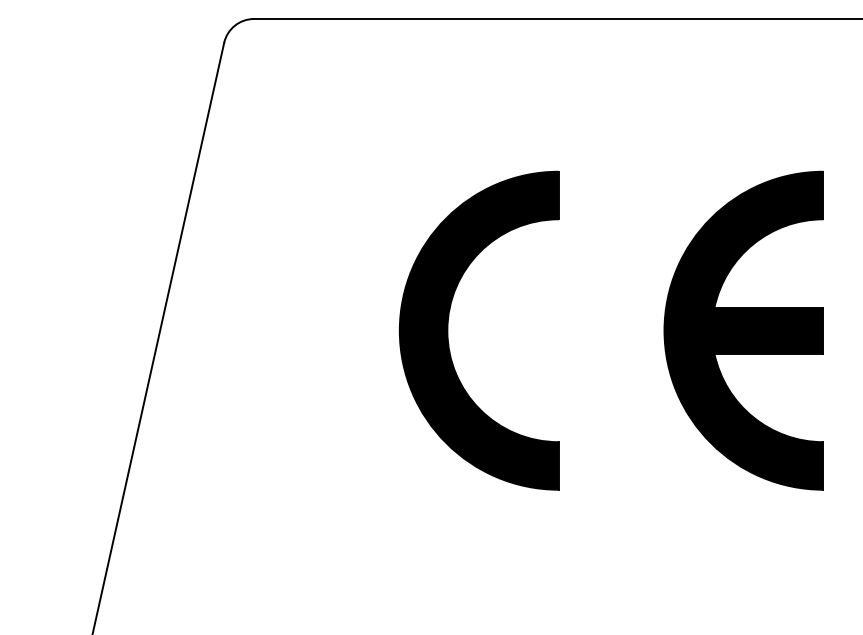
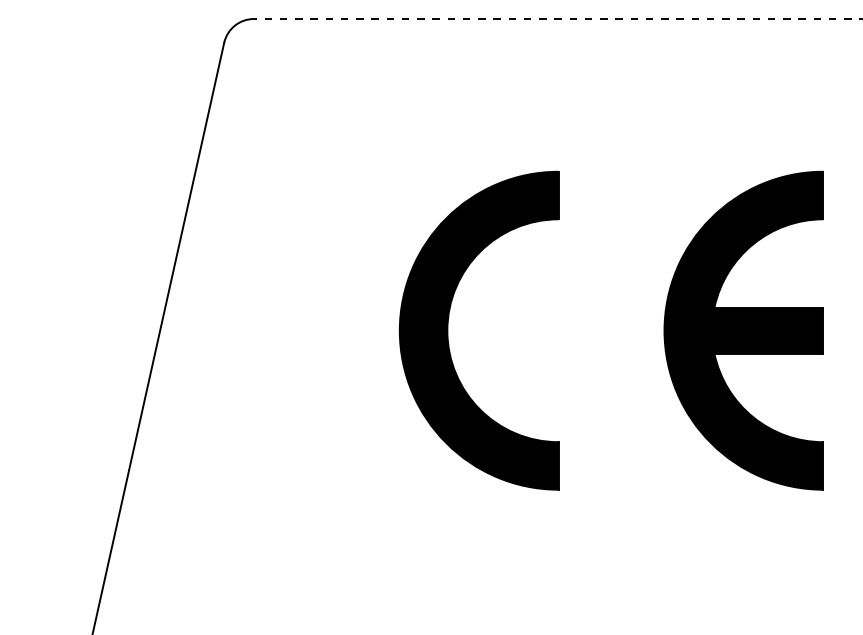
line at (557, 19): solid -> dashed
